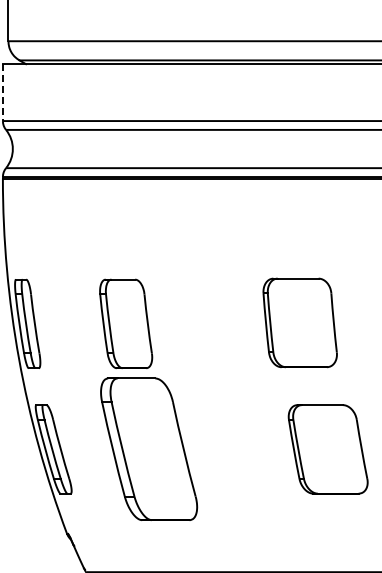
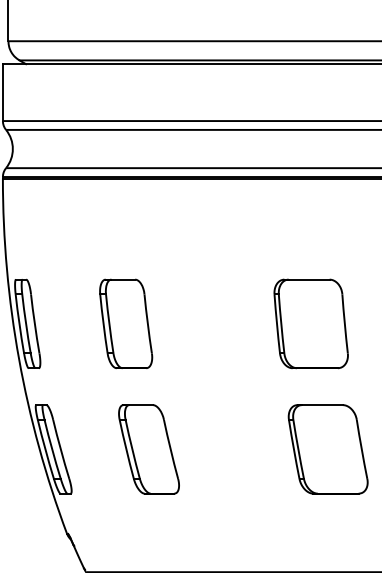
line at (2, 93): dashed -> solid
part at (299, 322) position: (299, 322) -> (310, 323)
part at (149, 448) size: 99x144 px -> 62x91 px
